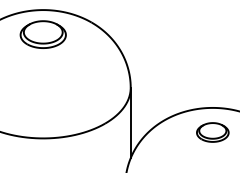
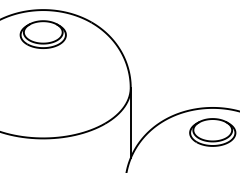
part at (212, 132) size: 34x21 px -> 48x29 px
